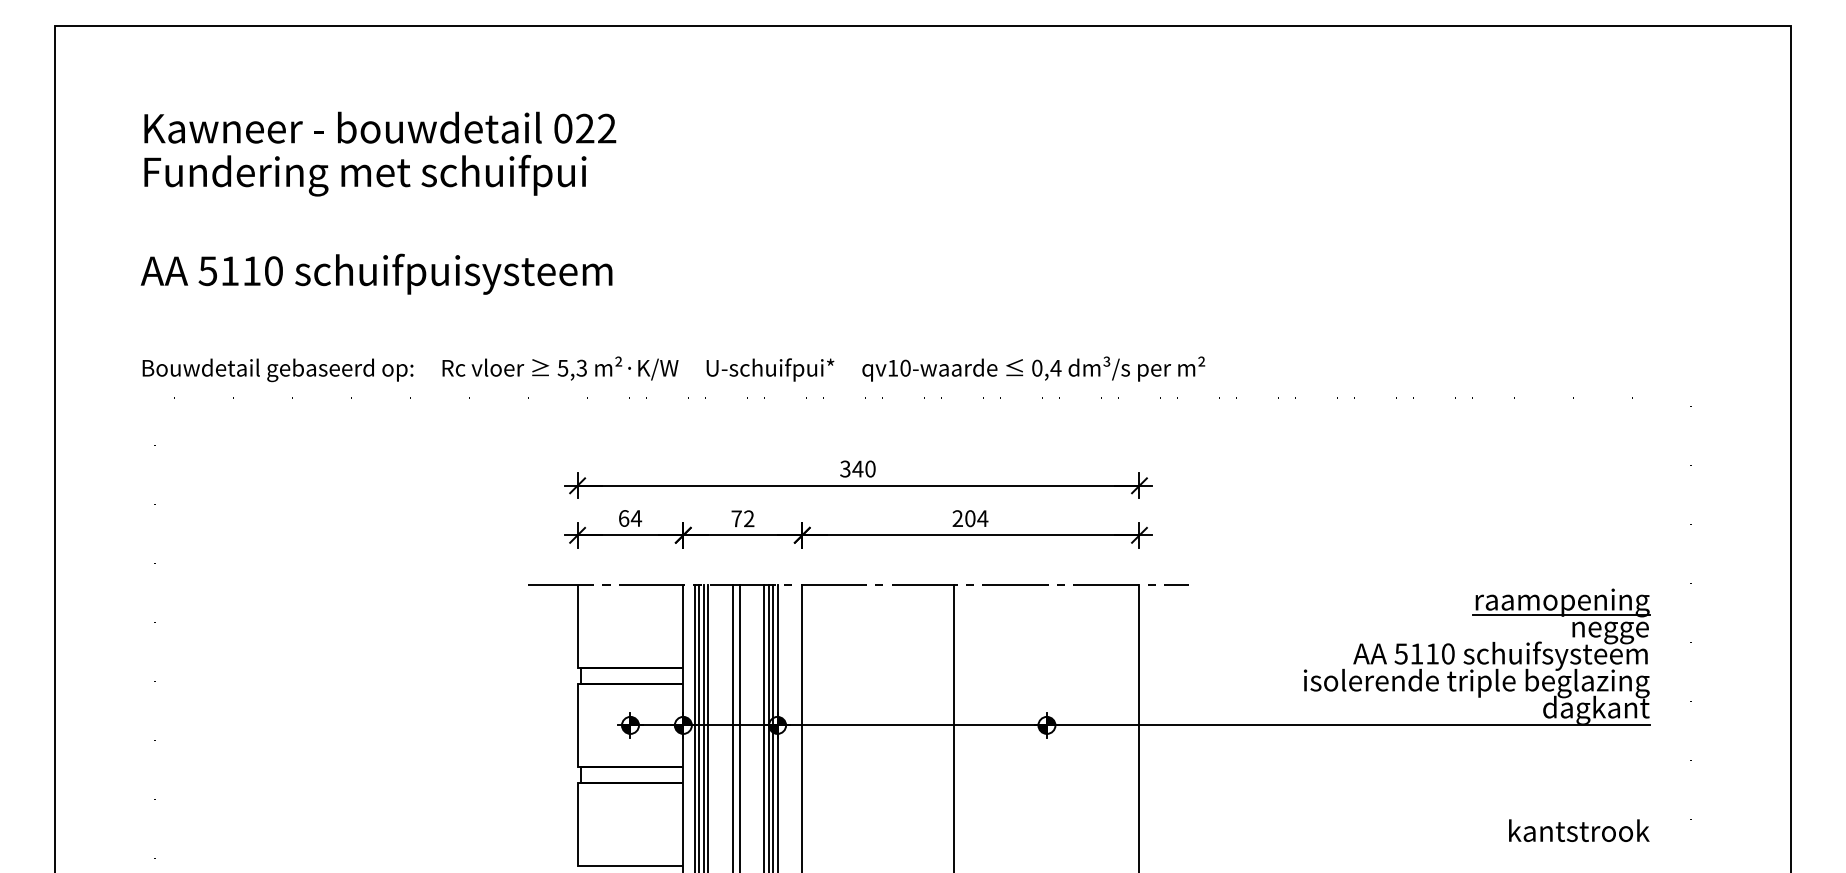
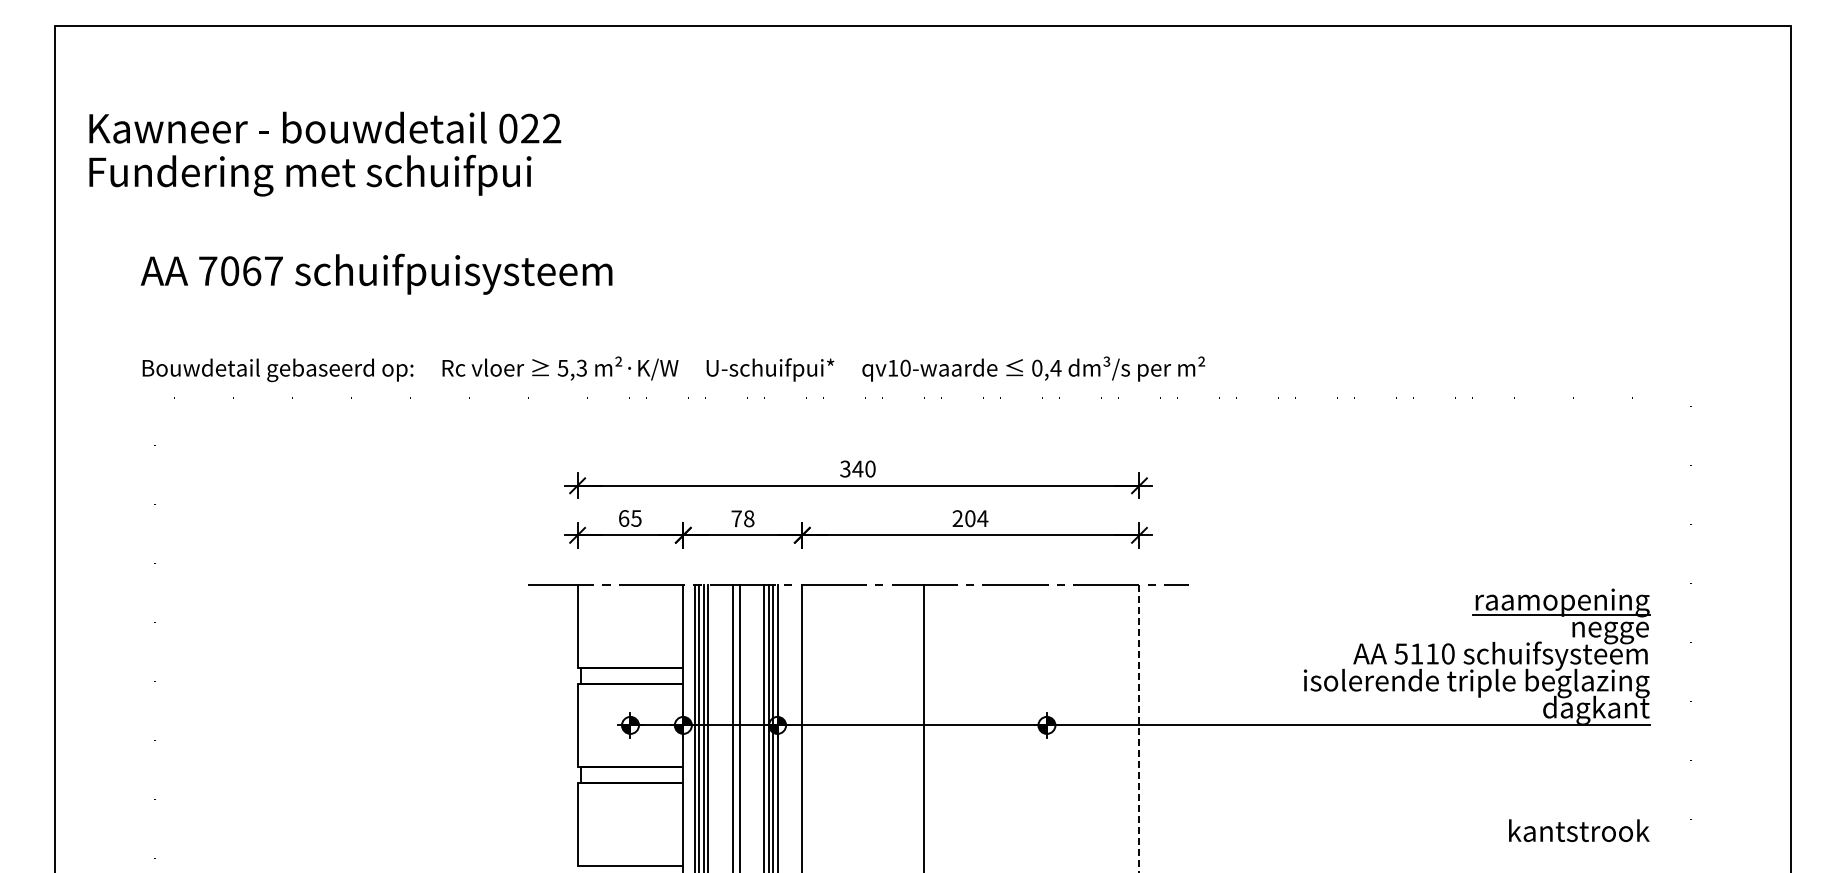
text at (380, 153) position: (380, 153) -> (325, 153)
text at (240, 271): 5110 -> 7067
text at (636, 518): 64 -> 65
text at (749, 518): 72 -> 78
line at (954, 726) position: (954, 726) -> (924, 726)
line at (1139, 728): solid -> dashed
